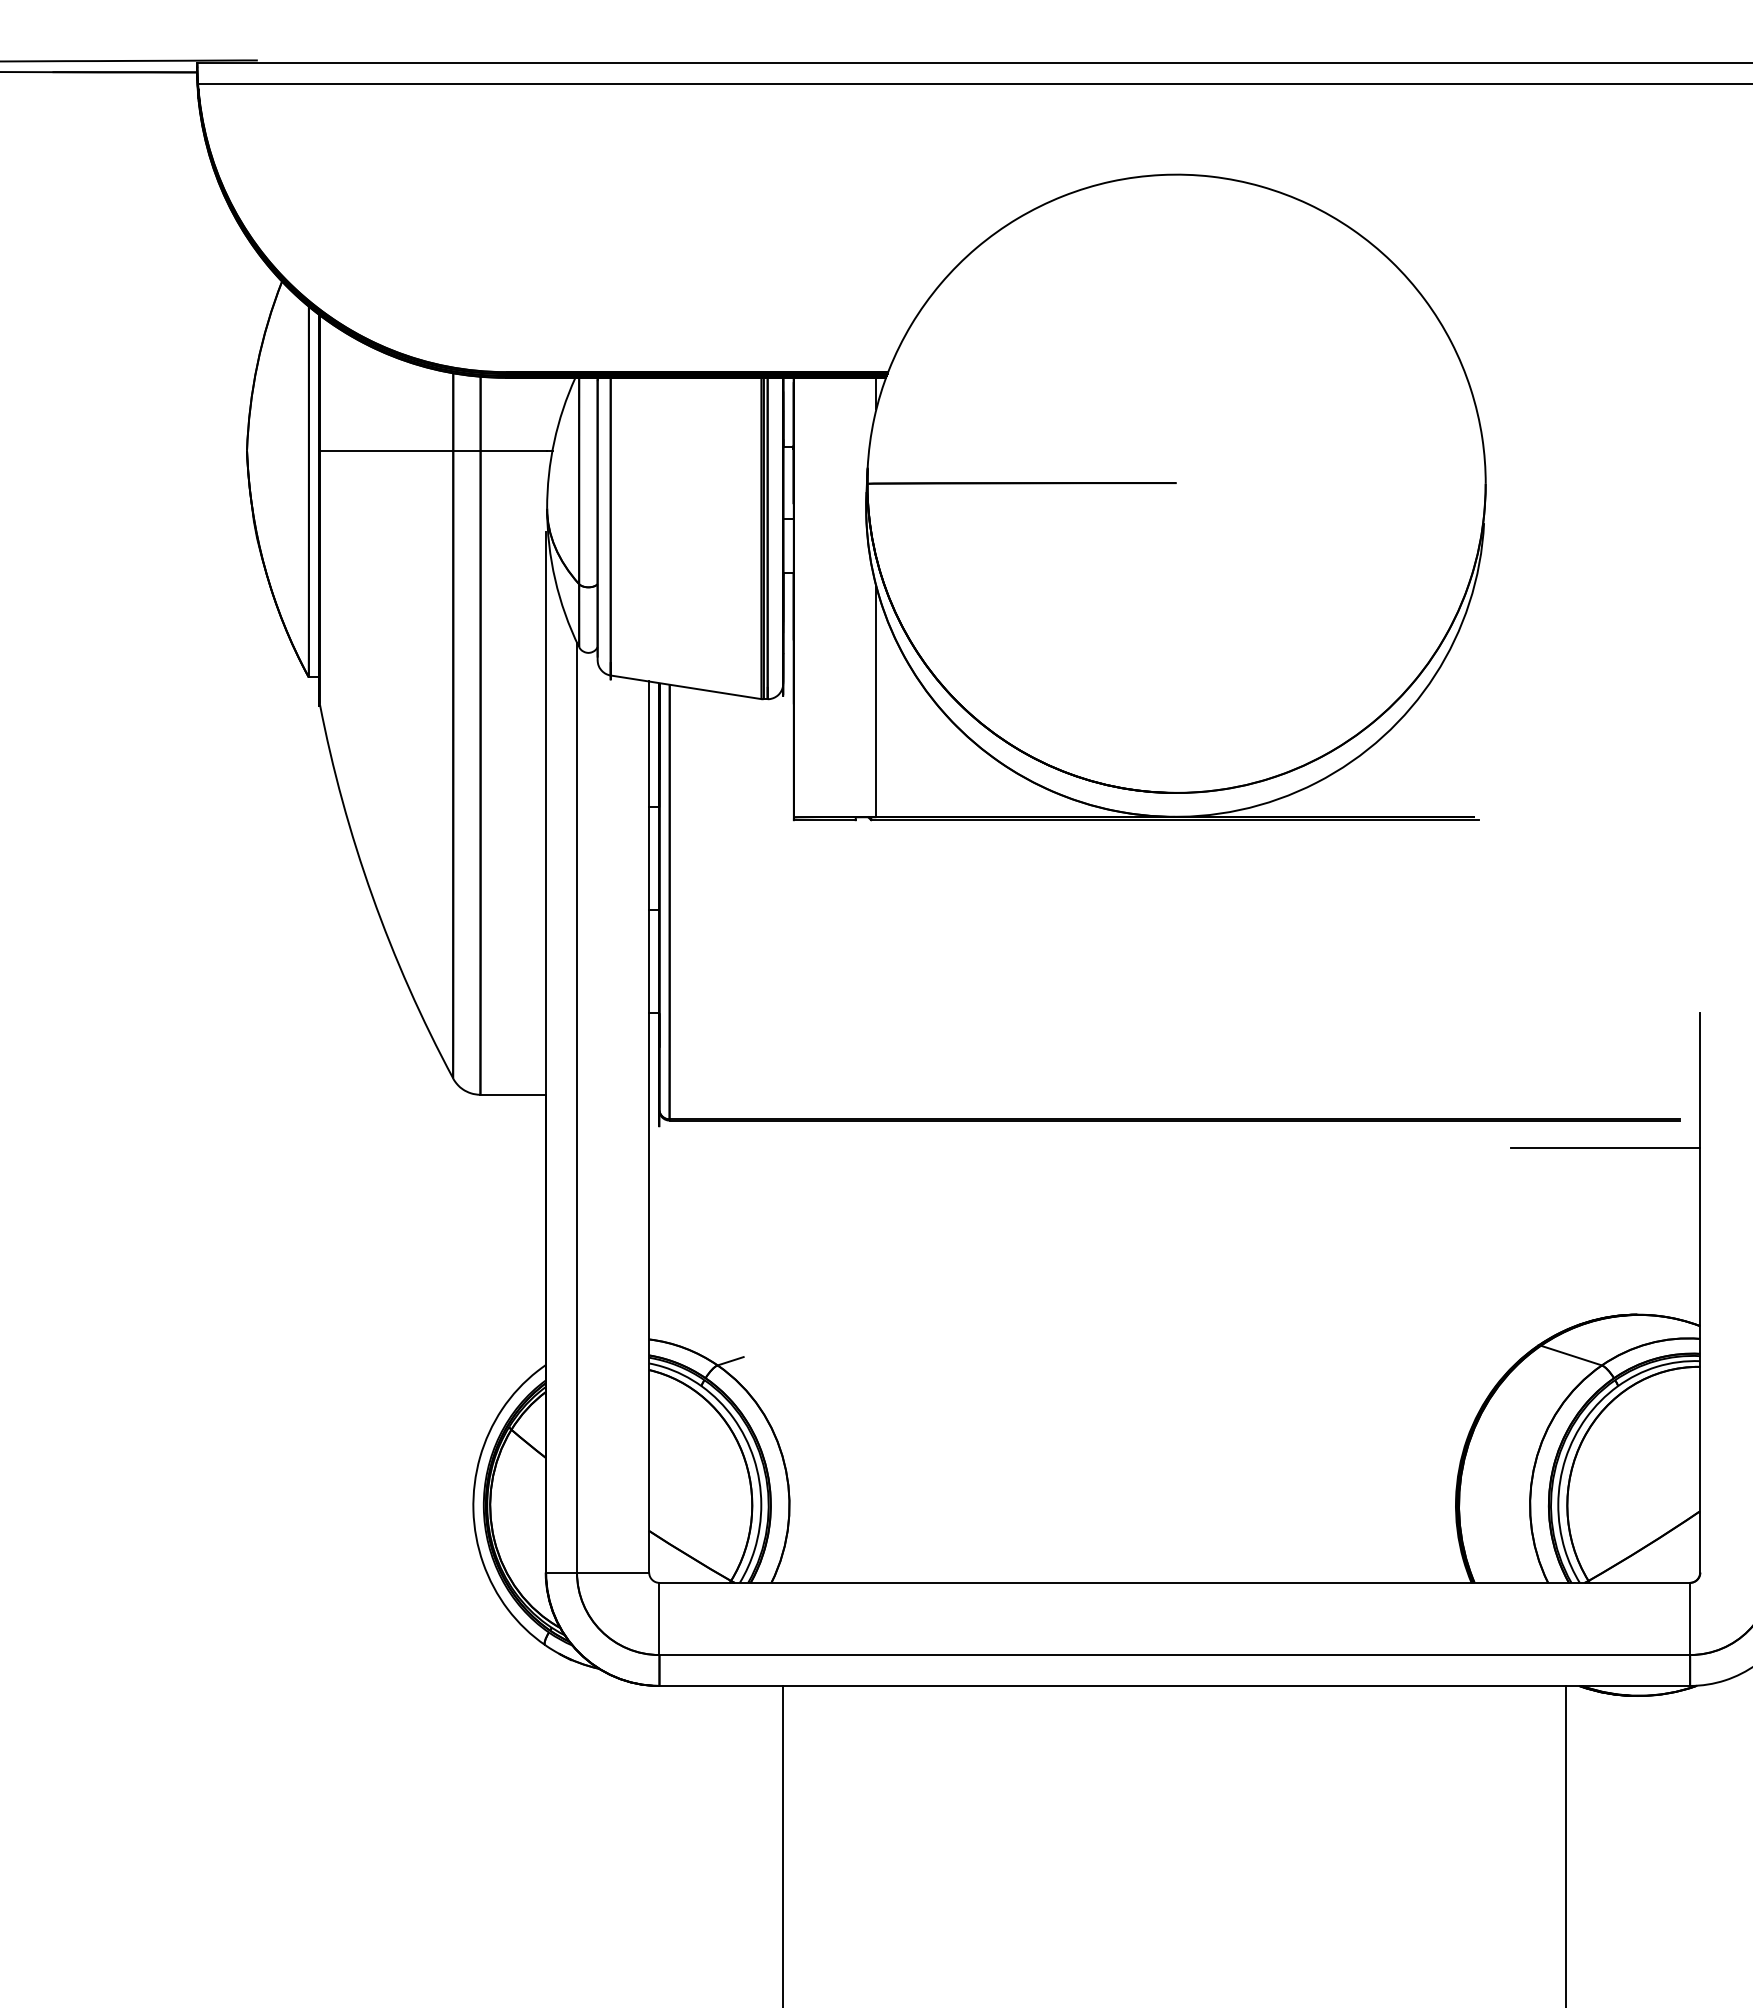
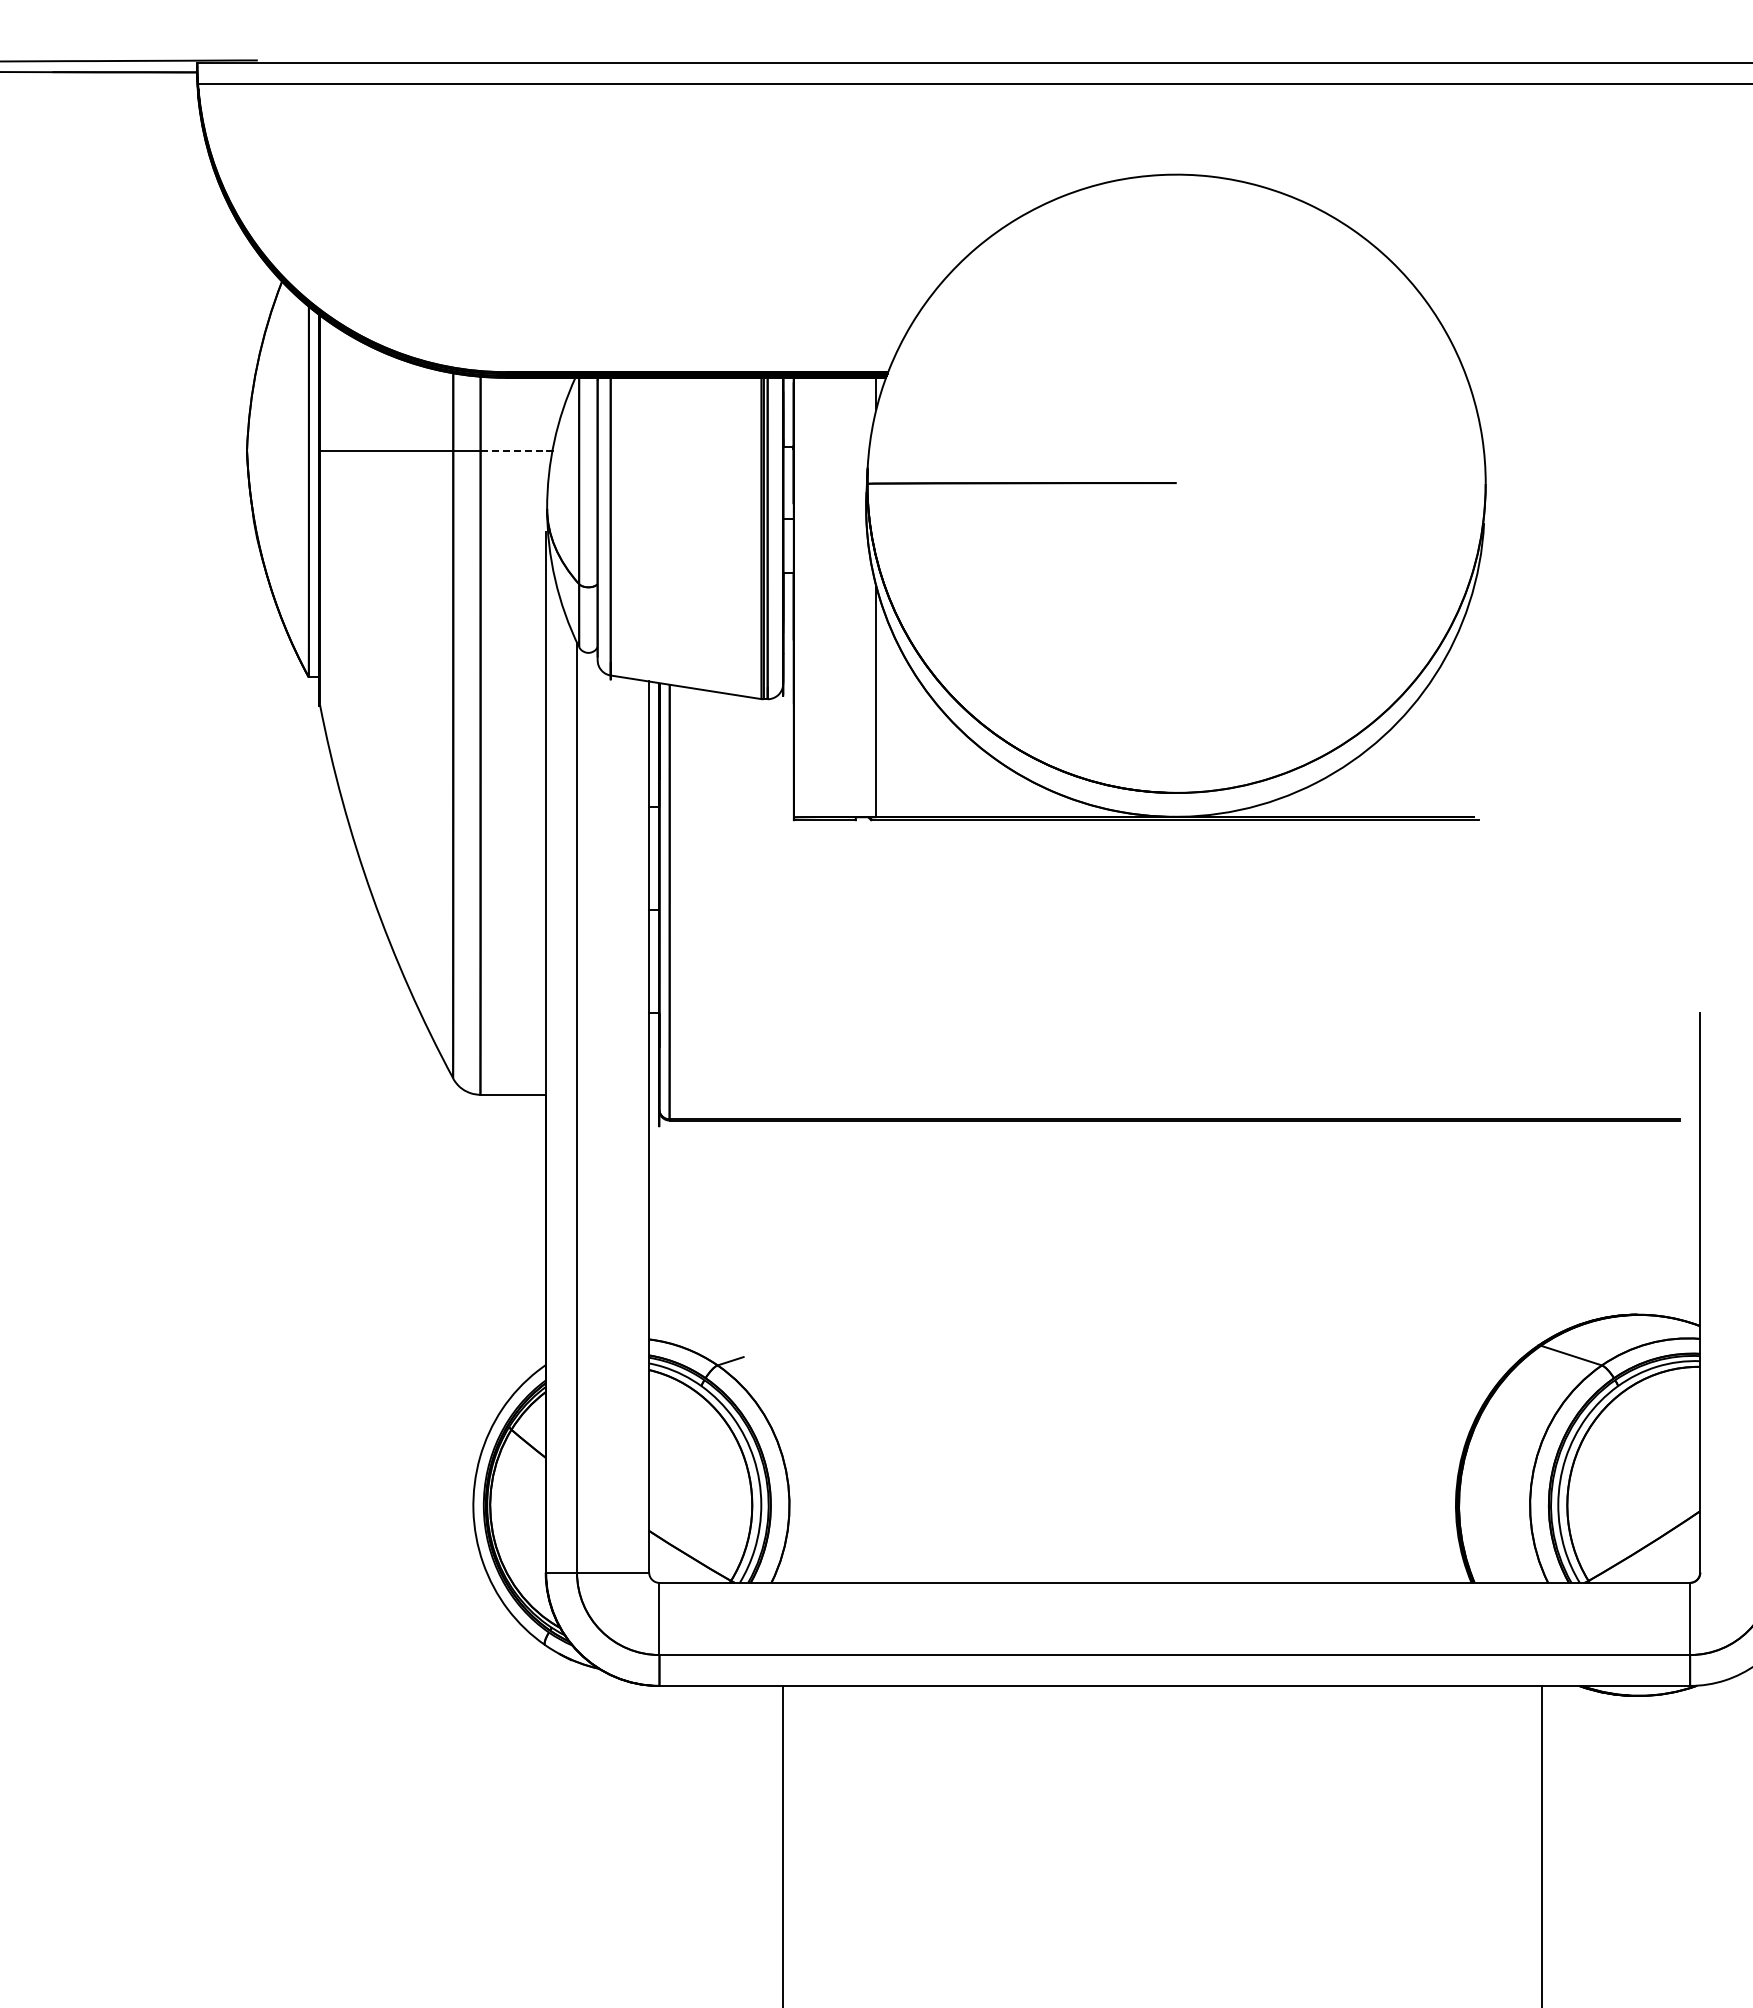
line at (513, 450): solid -> dashed
line at (1605, 1148): present -> none
line at (1566, 1844) position: (1566, 1844) -> (1542, 1844)
